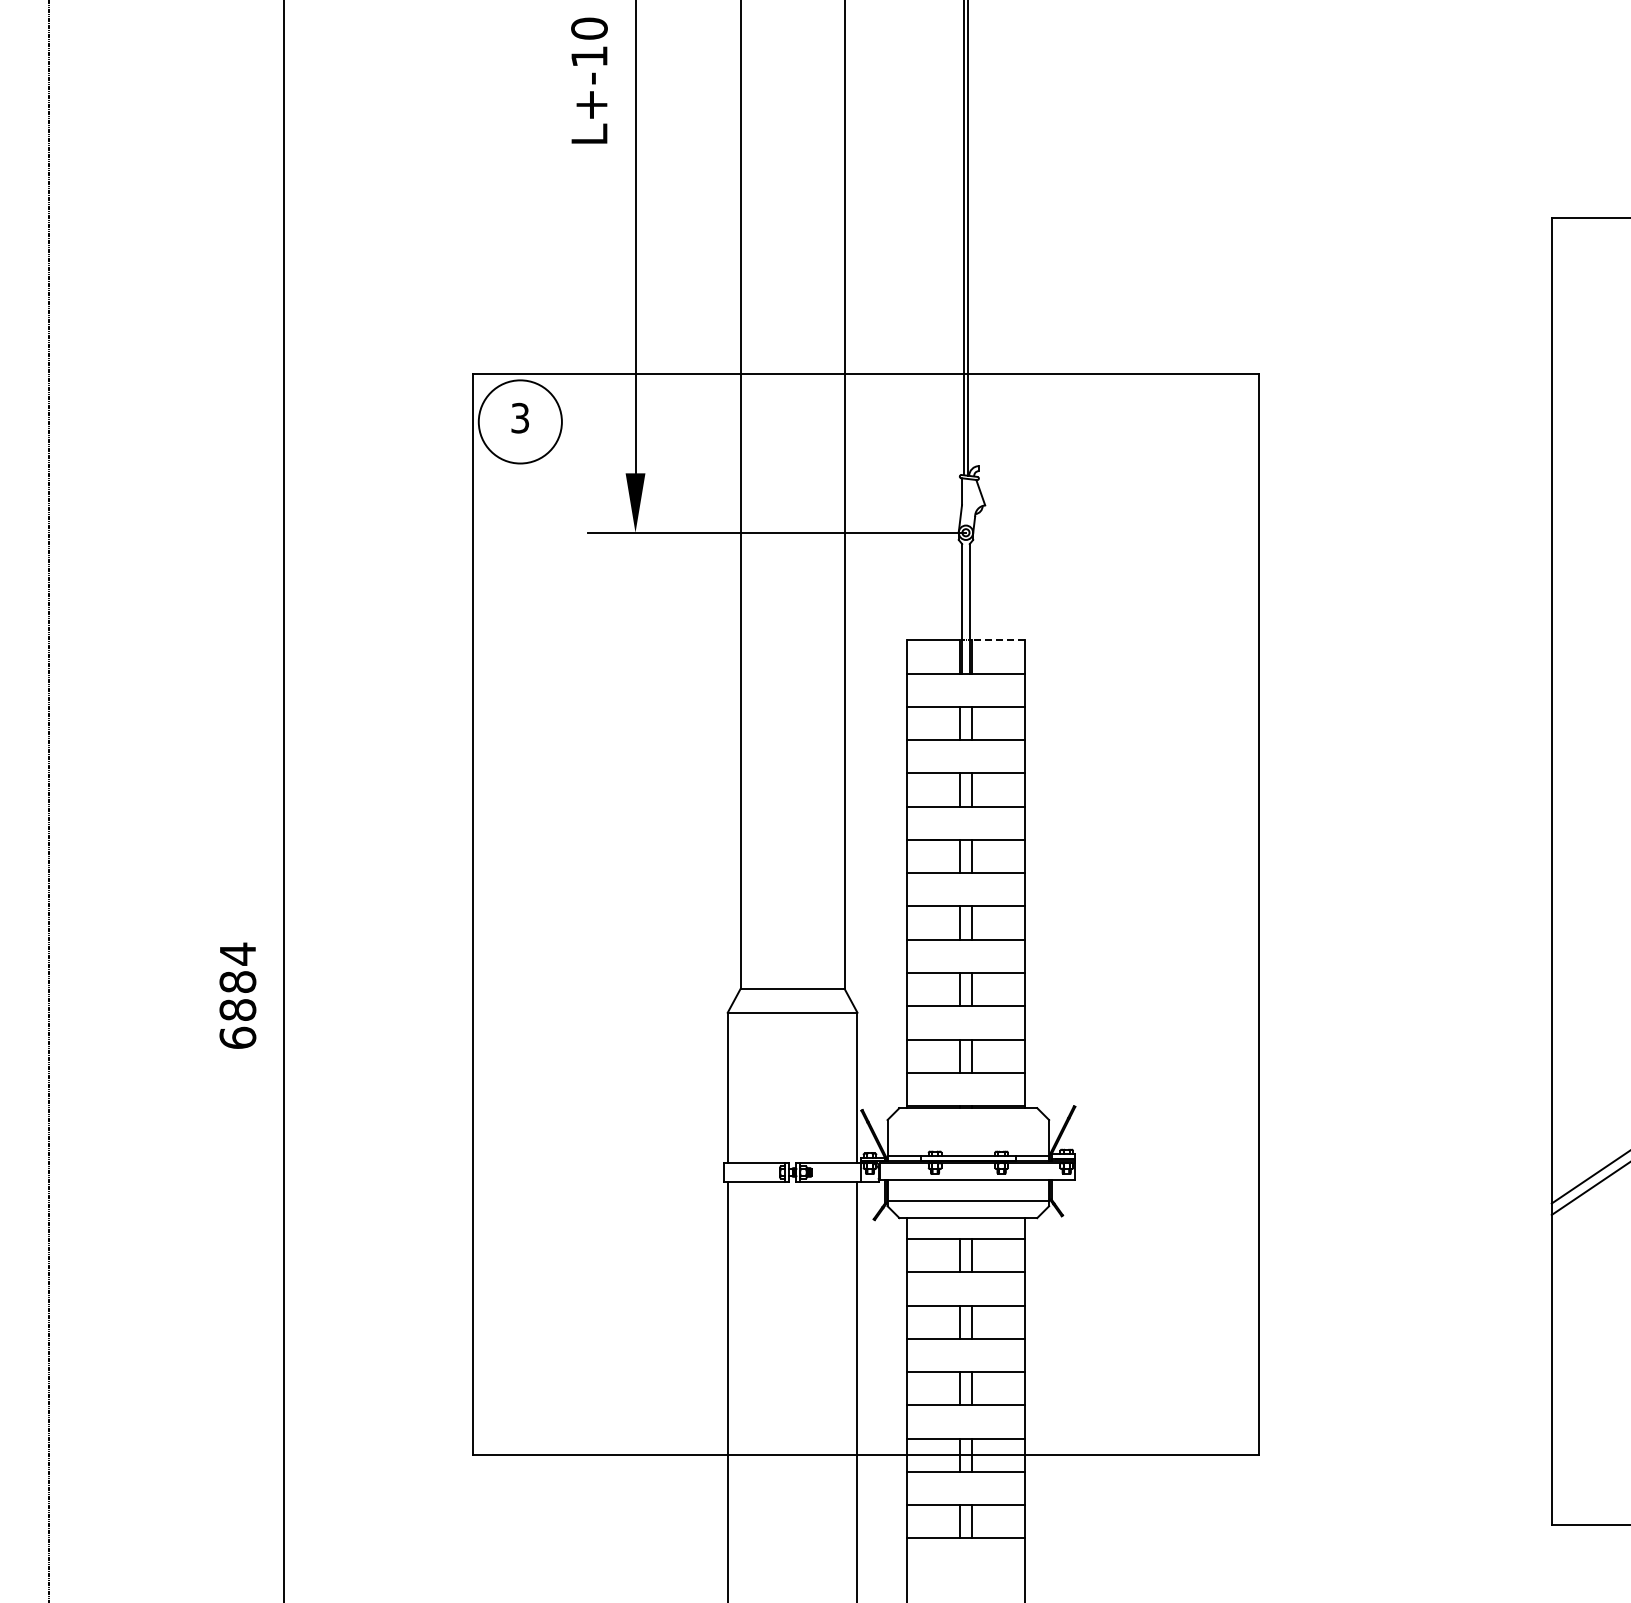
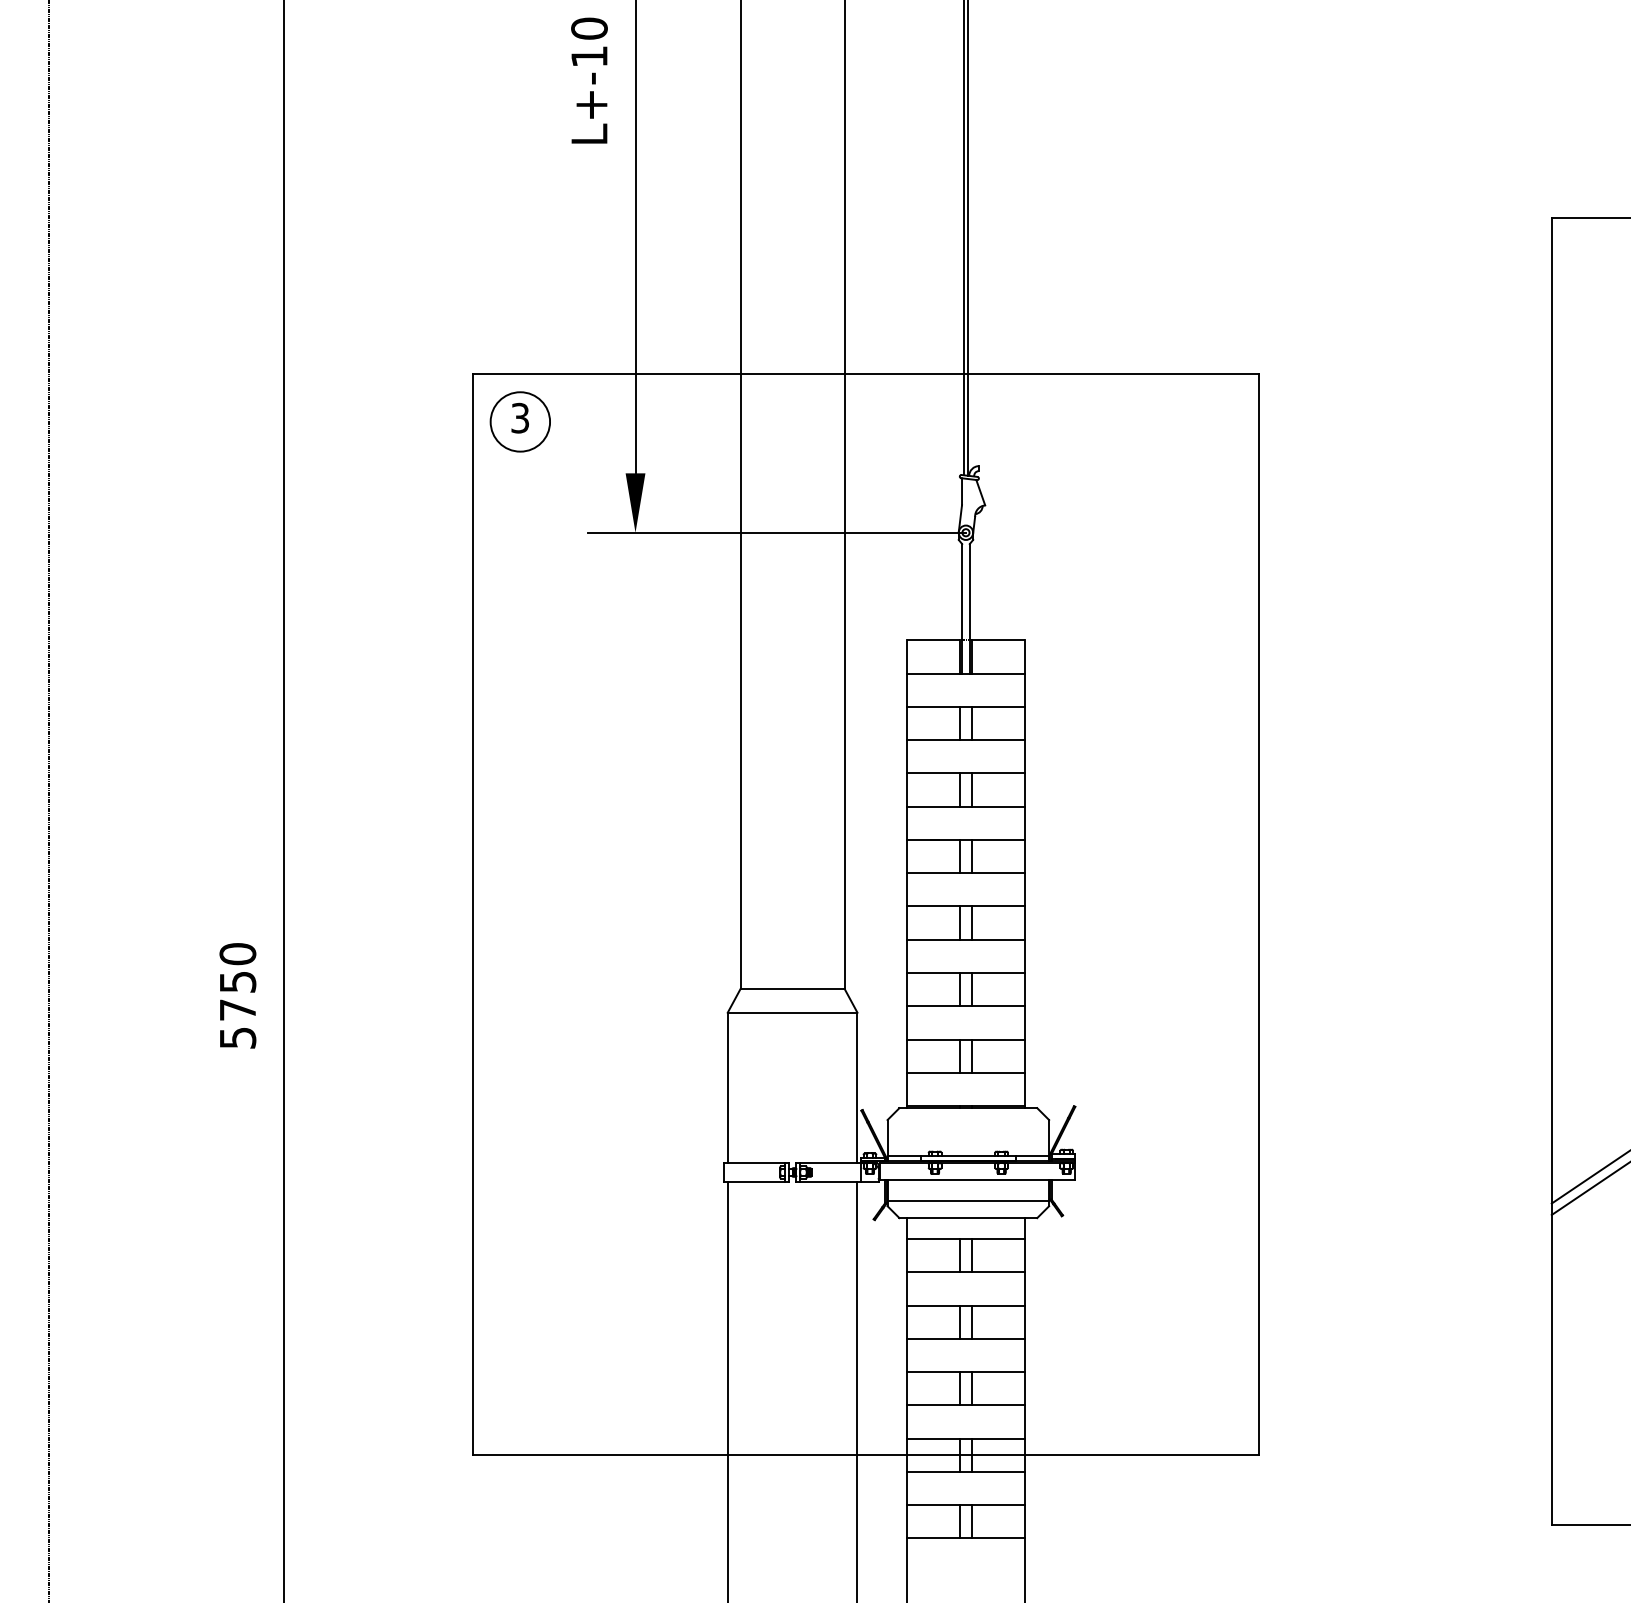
circle at (519, 421) diameter: 83 px -> 59 px
line at (998, 640): dashed -> solid
text at (237, 995): 6884 -> 5750
